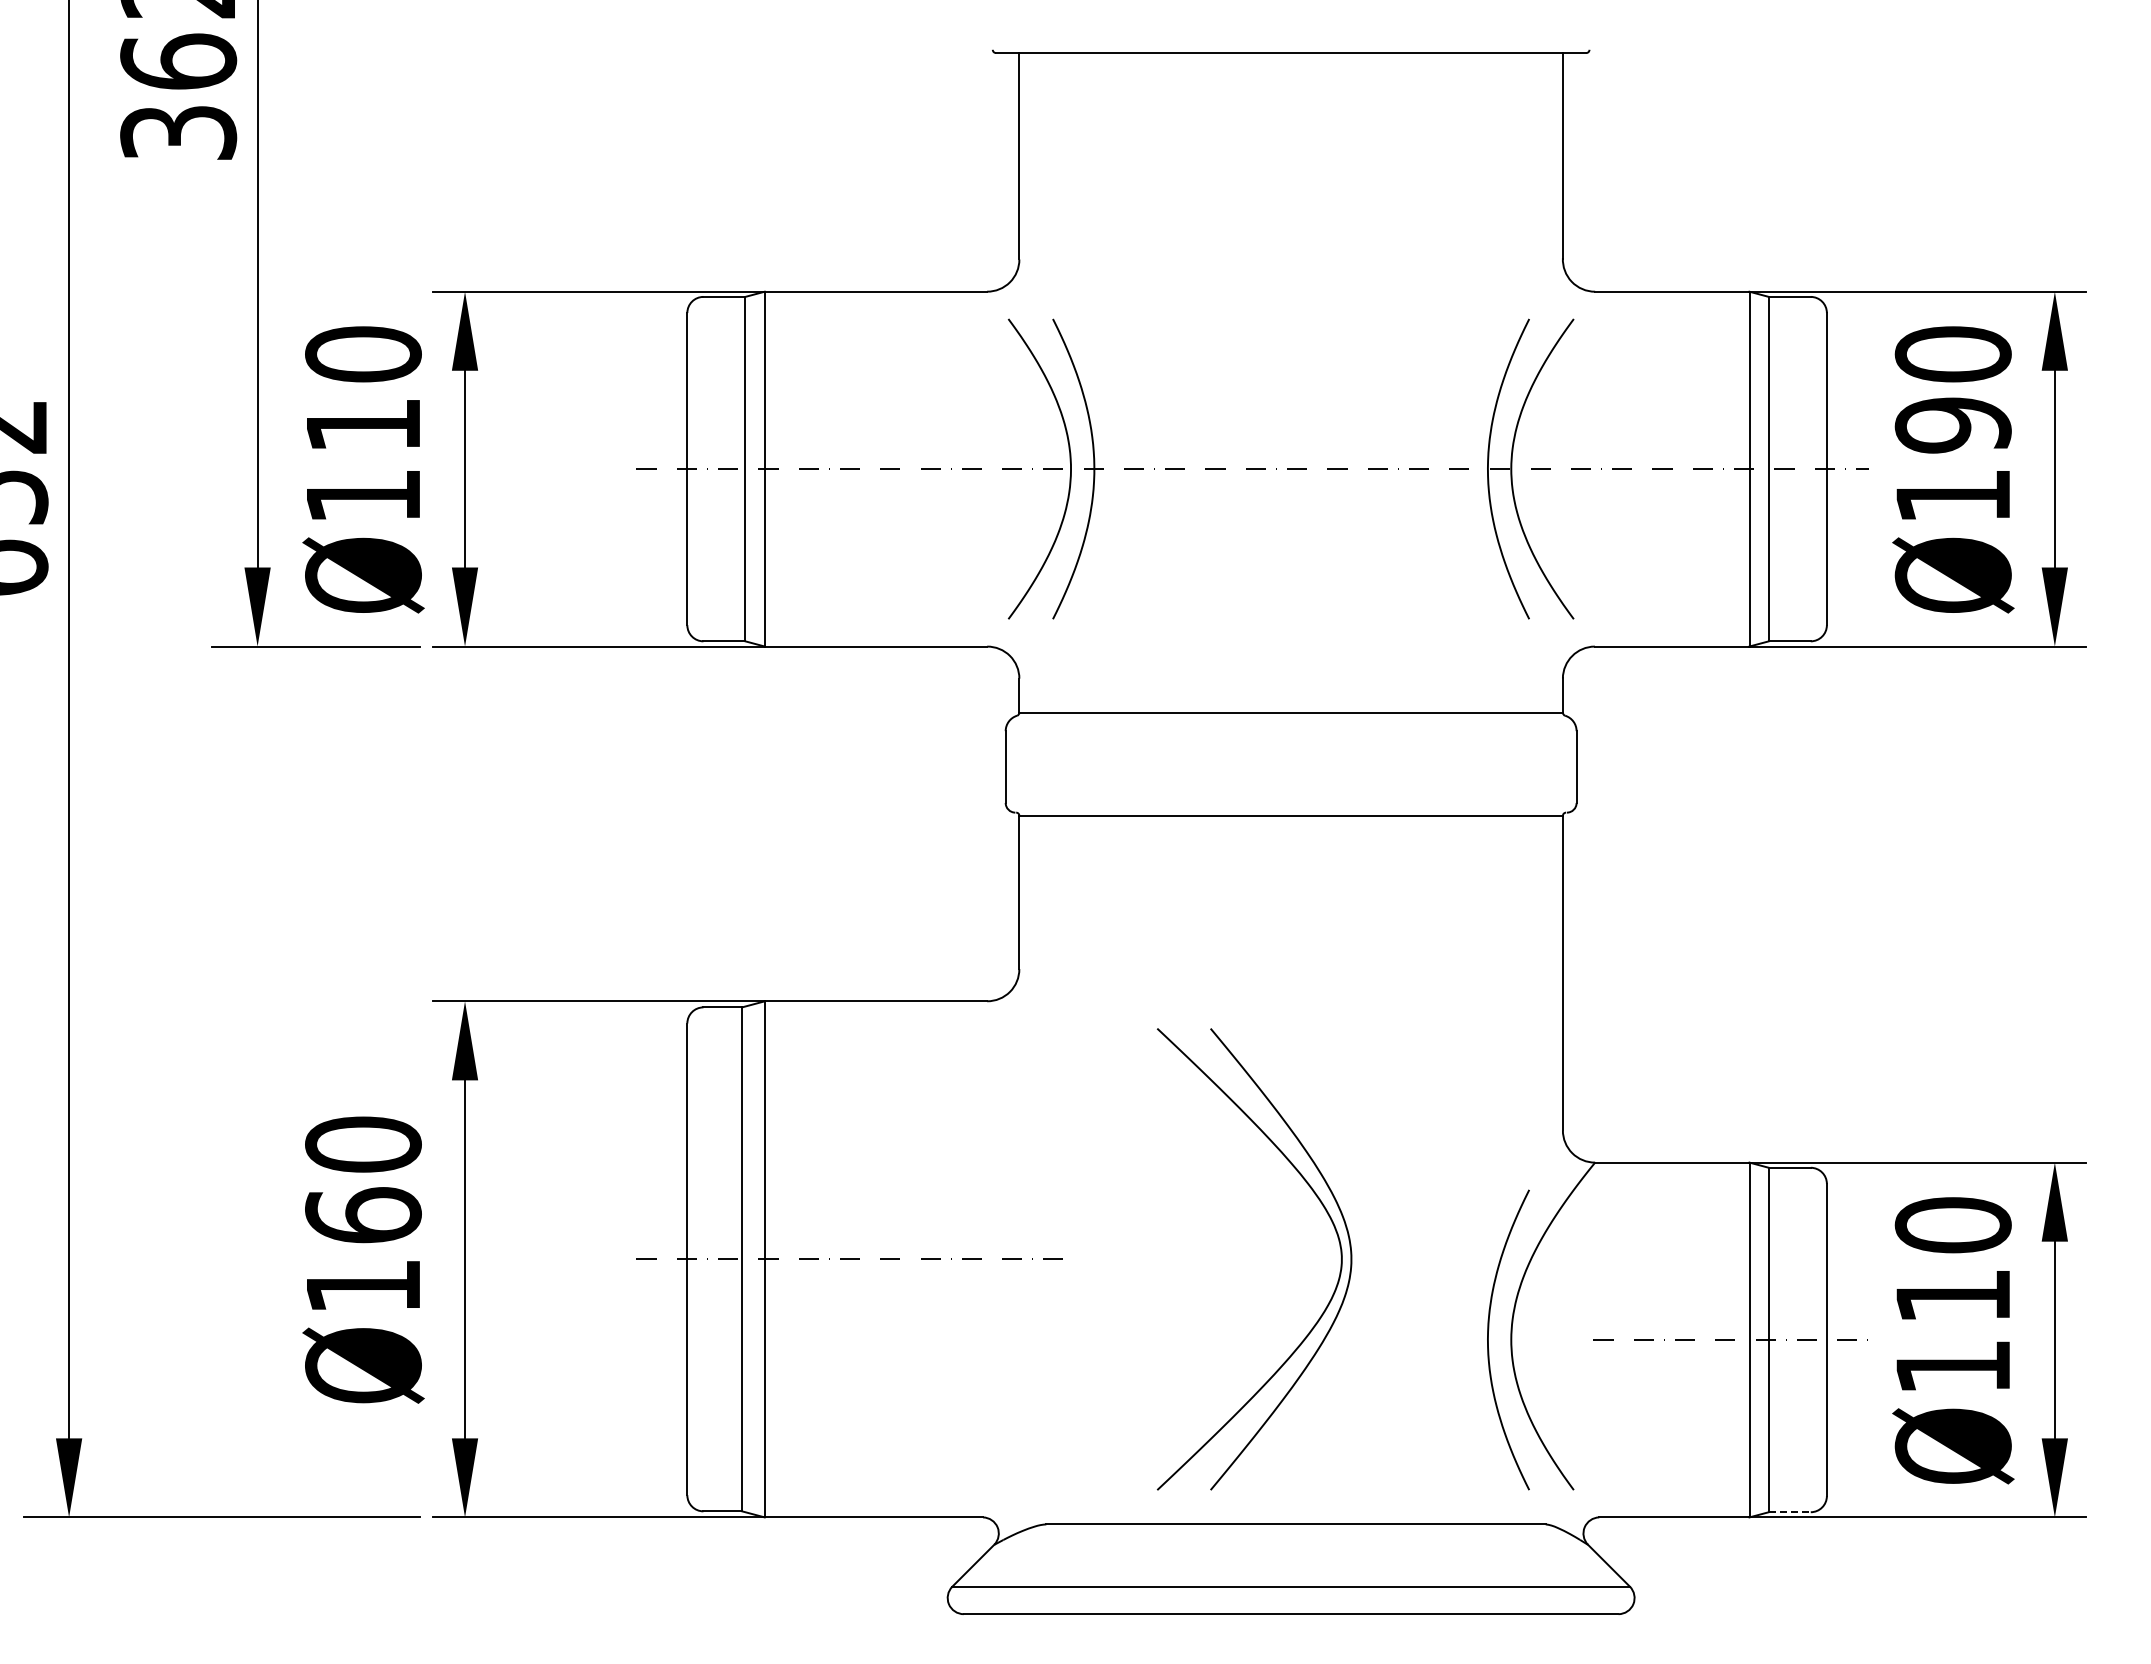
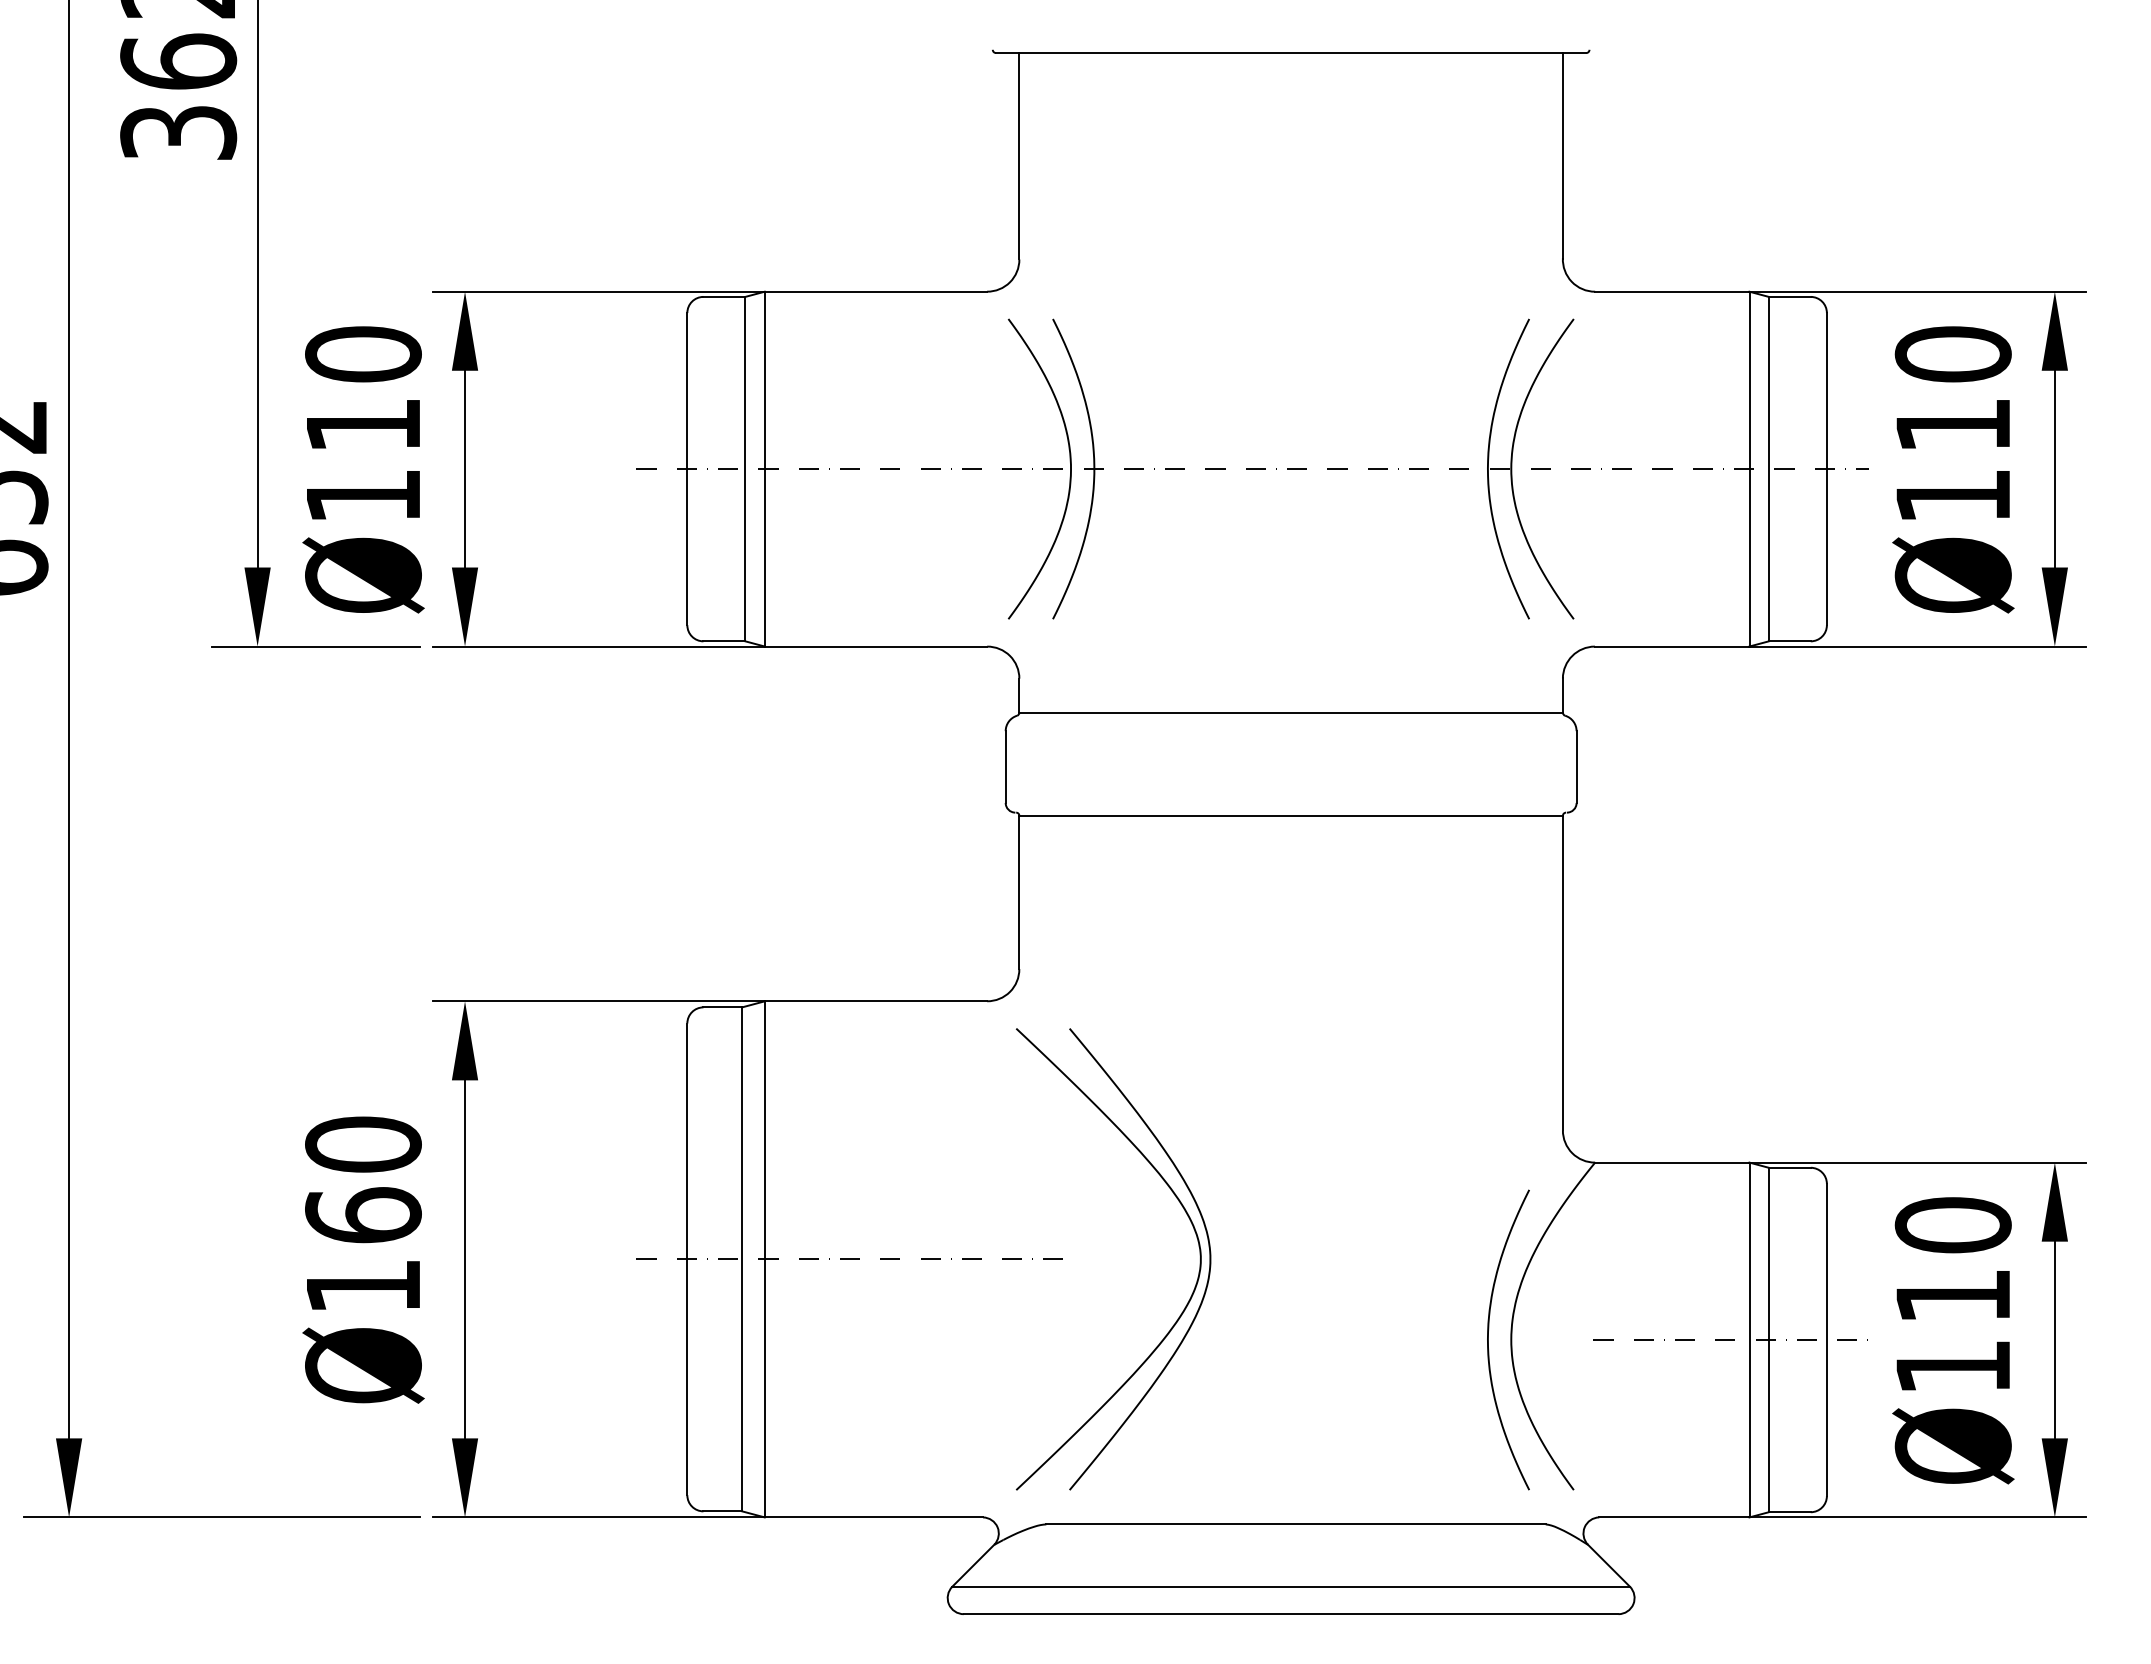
text at (1952, 425): Ø190 -> Ø110
part at (1333, 1291) position: (1333, 1291) -> (1192, 1291)
line at (1789, 1512): dashed -> solid
